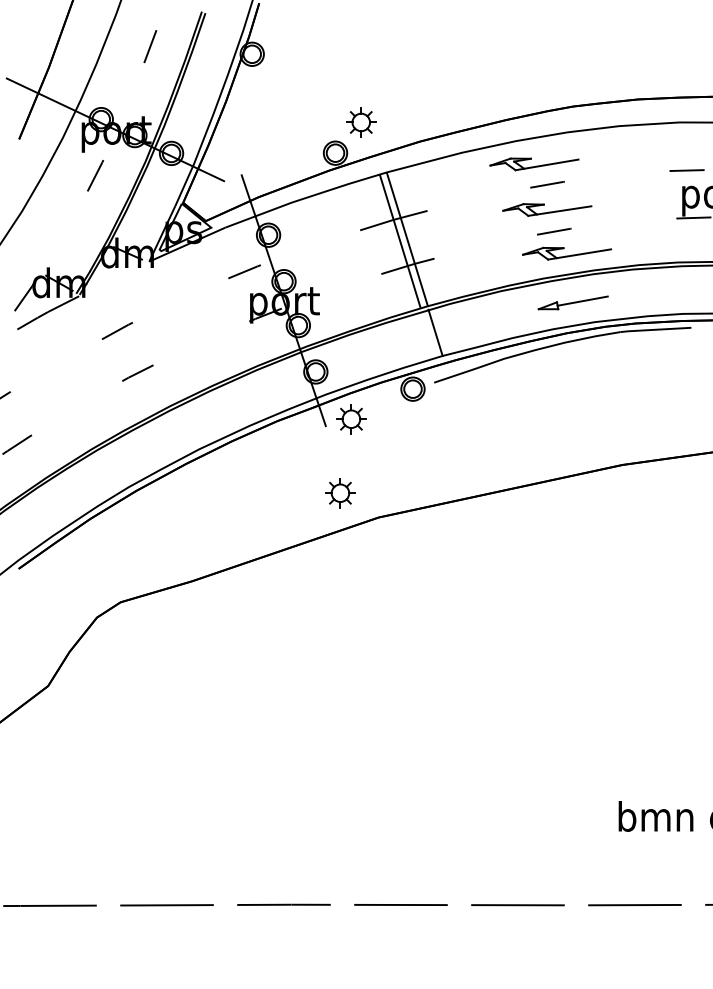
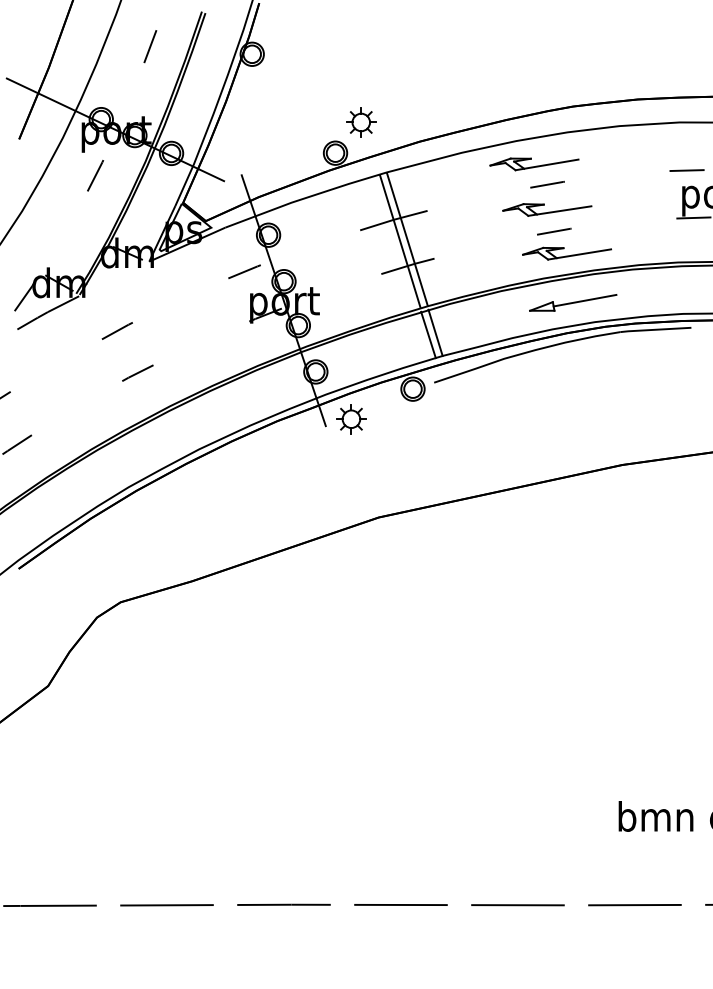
part at (572, 302) size: 72x16 px -> 89x18 px
line at (428, 334): none -> present
part at (340, 493): present -> none
